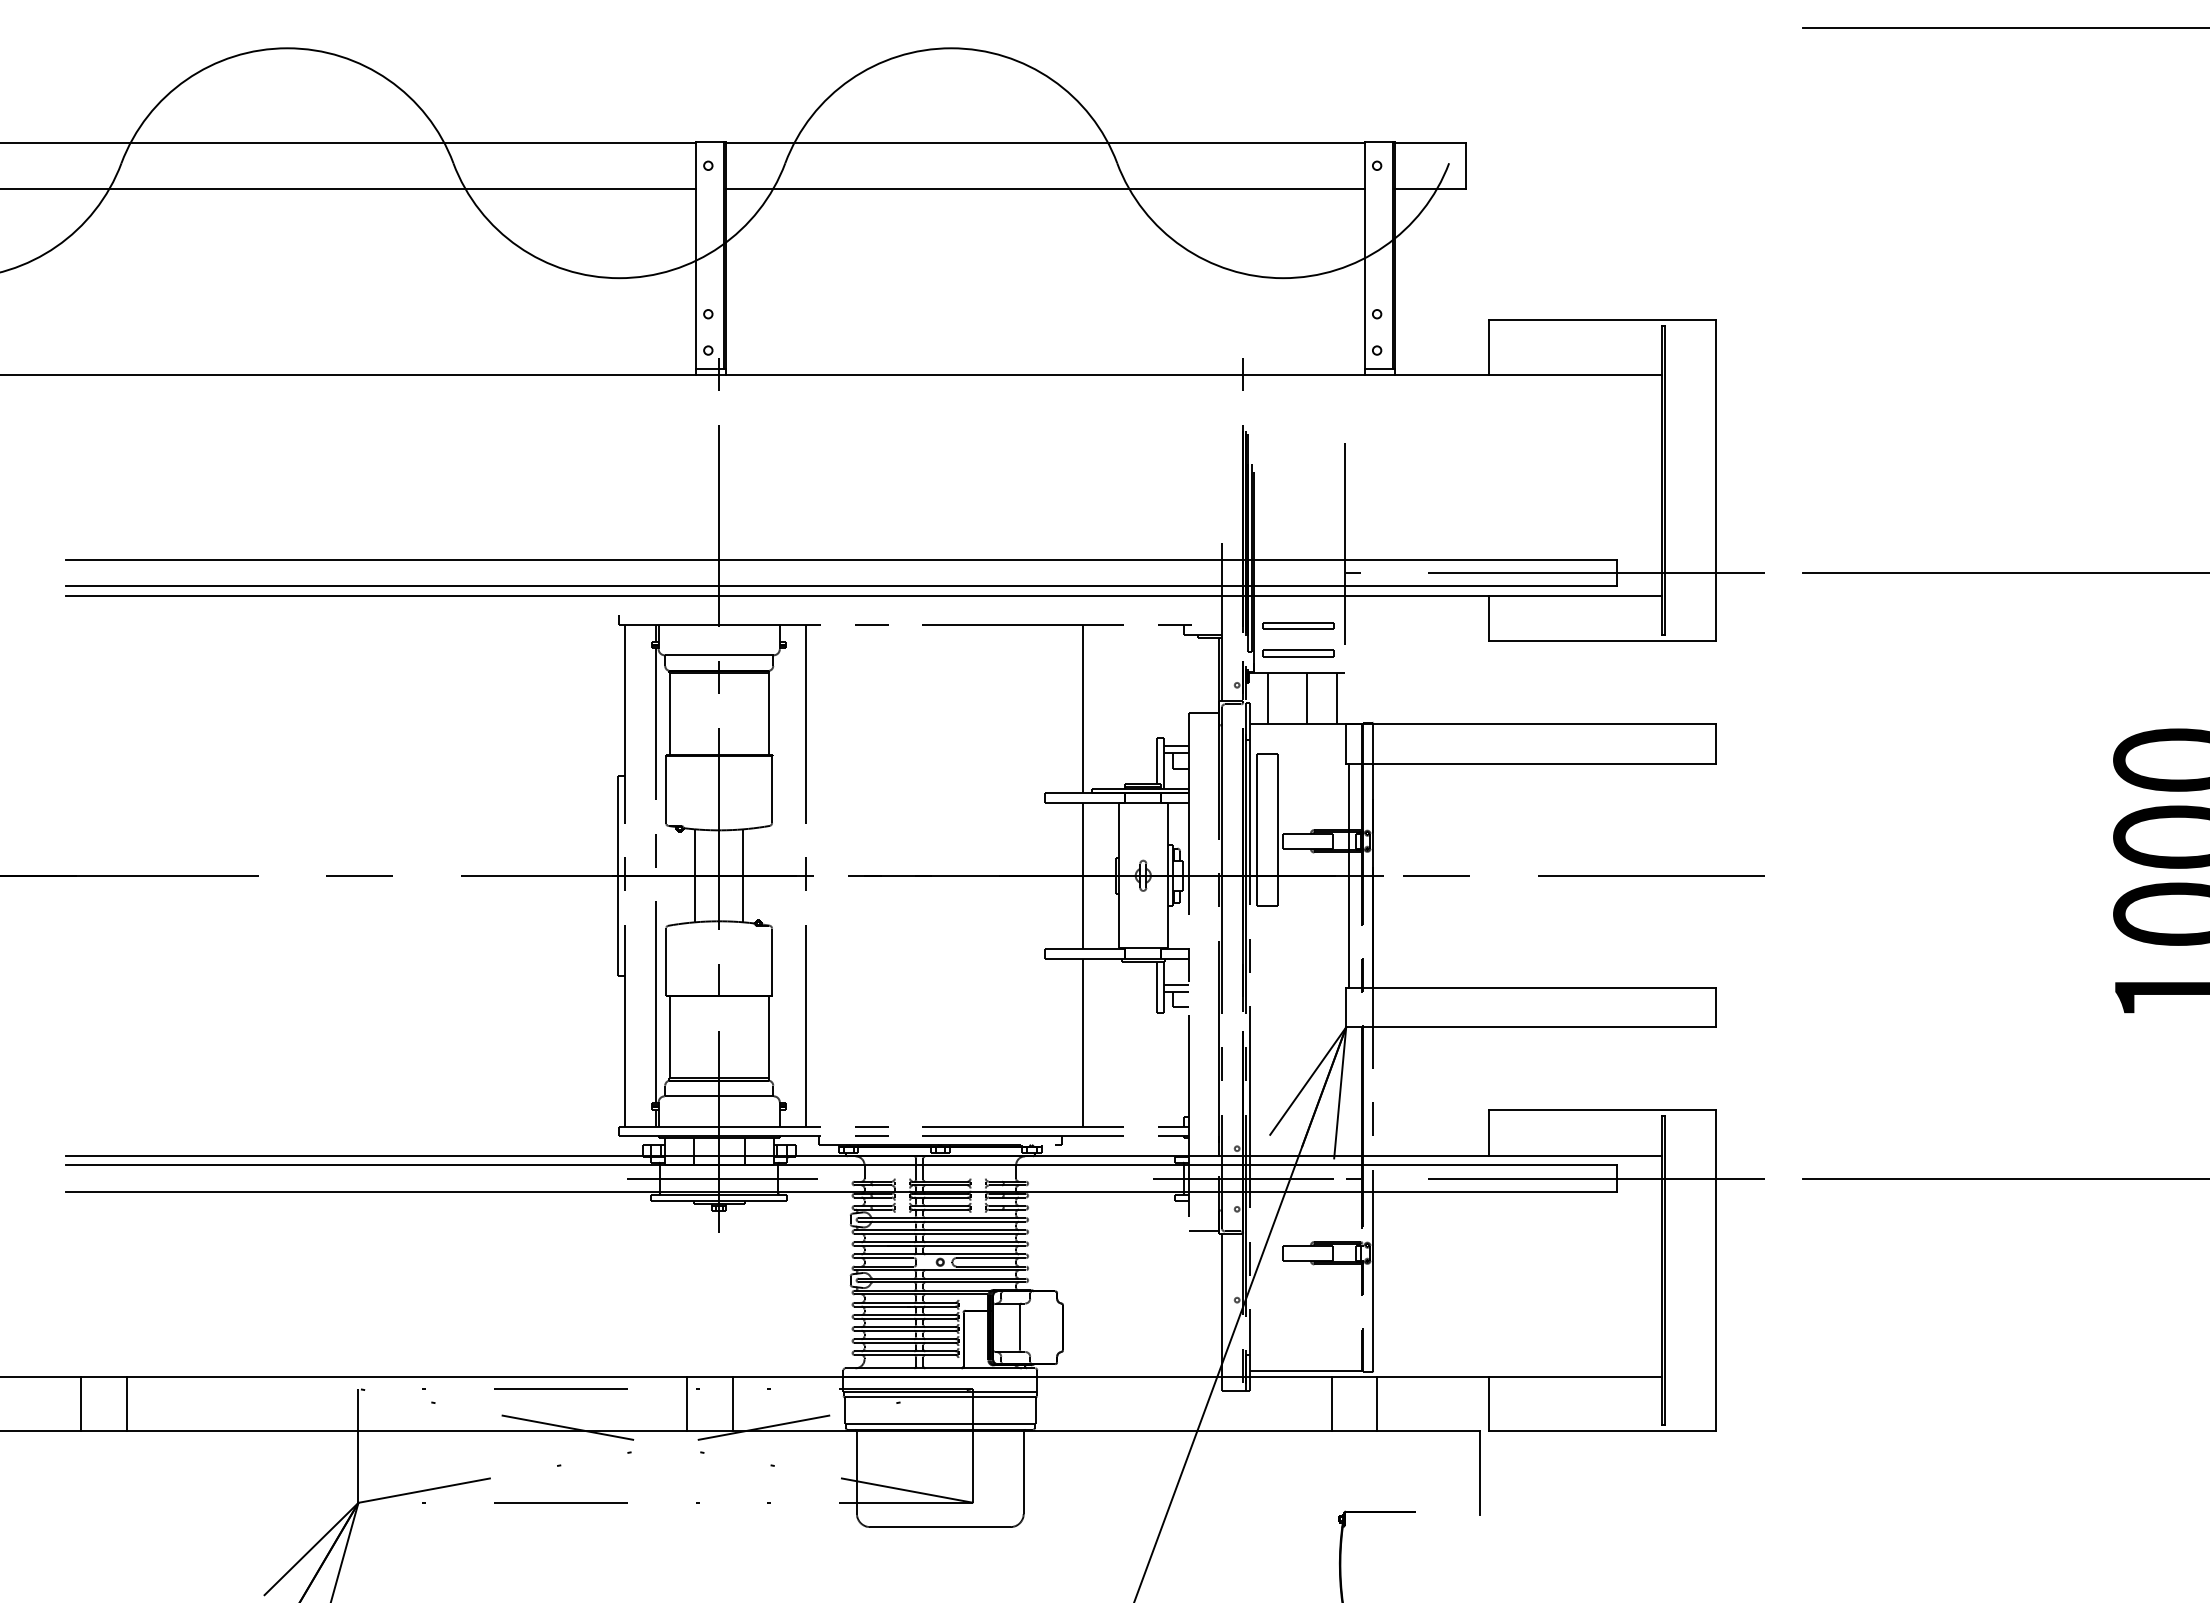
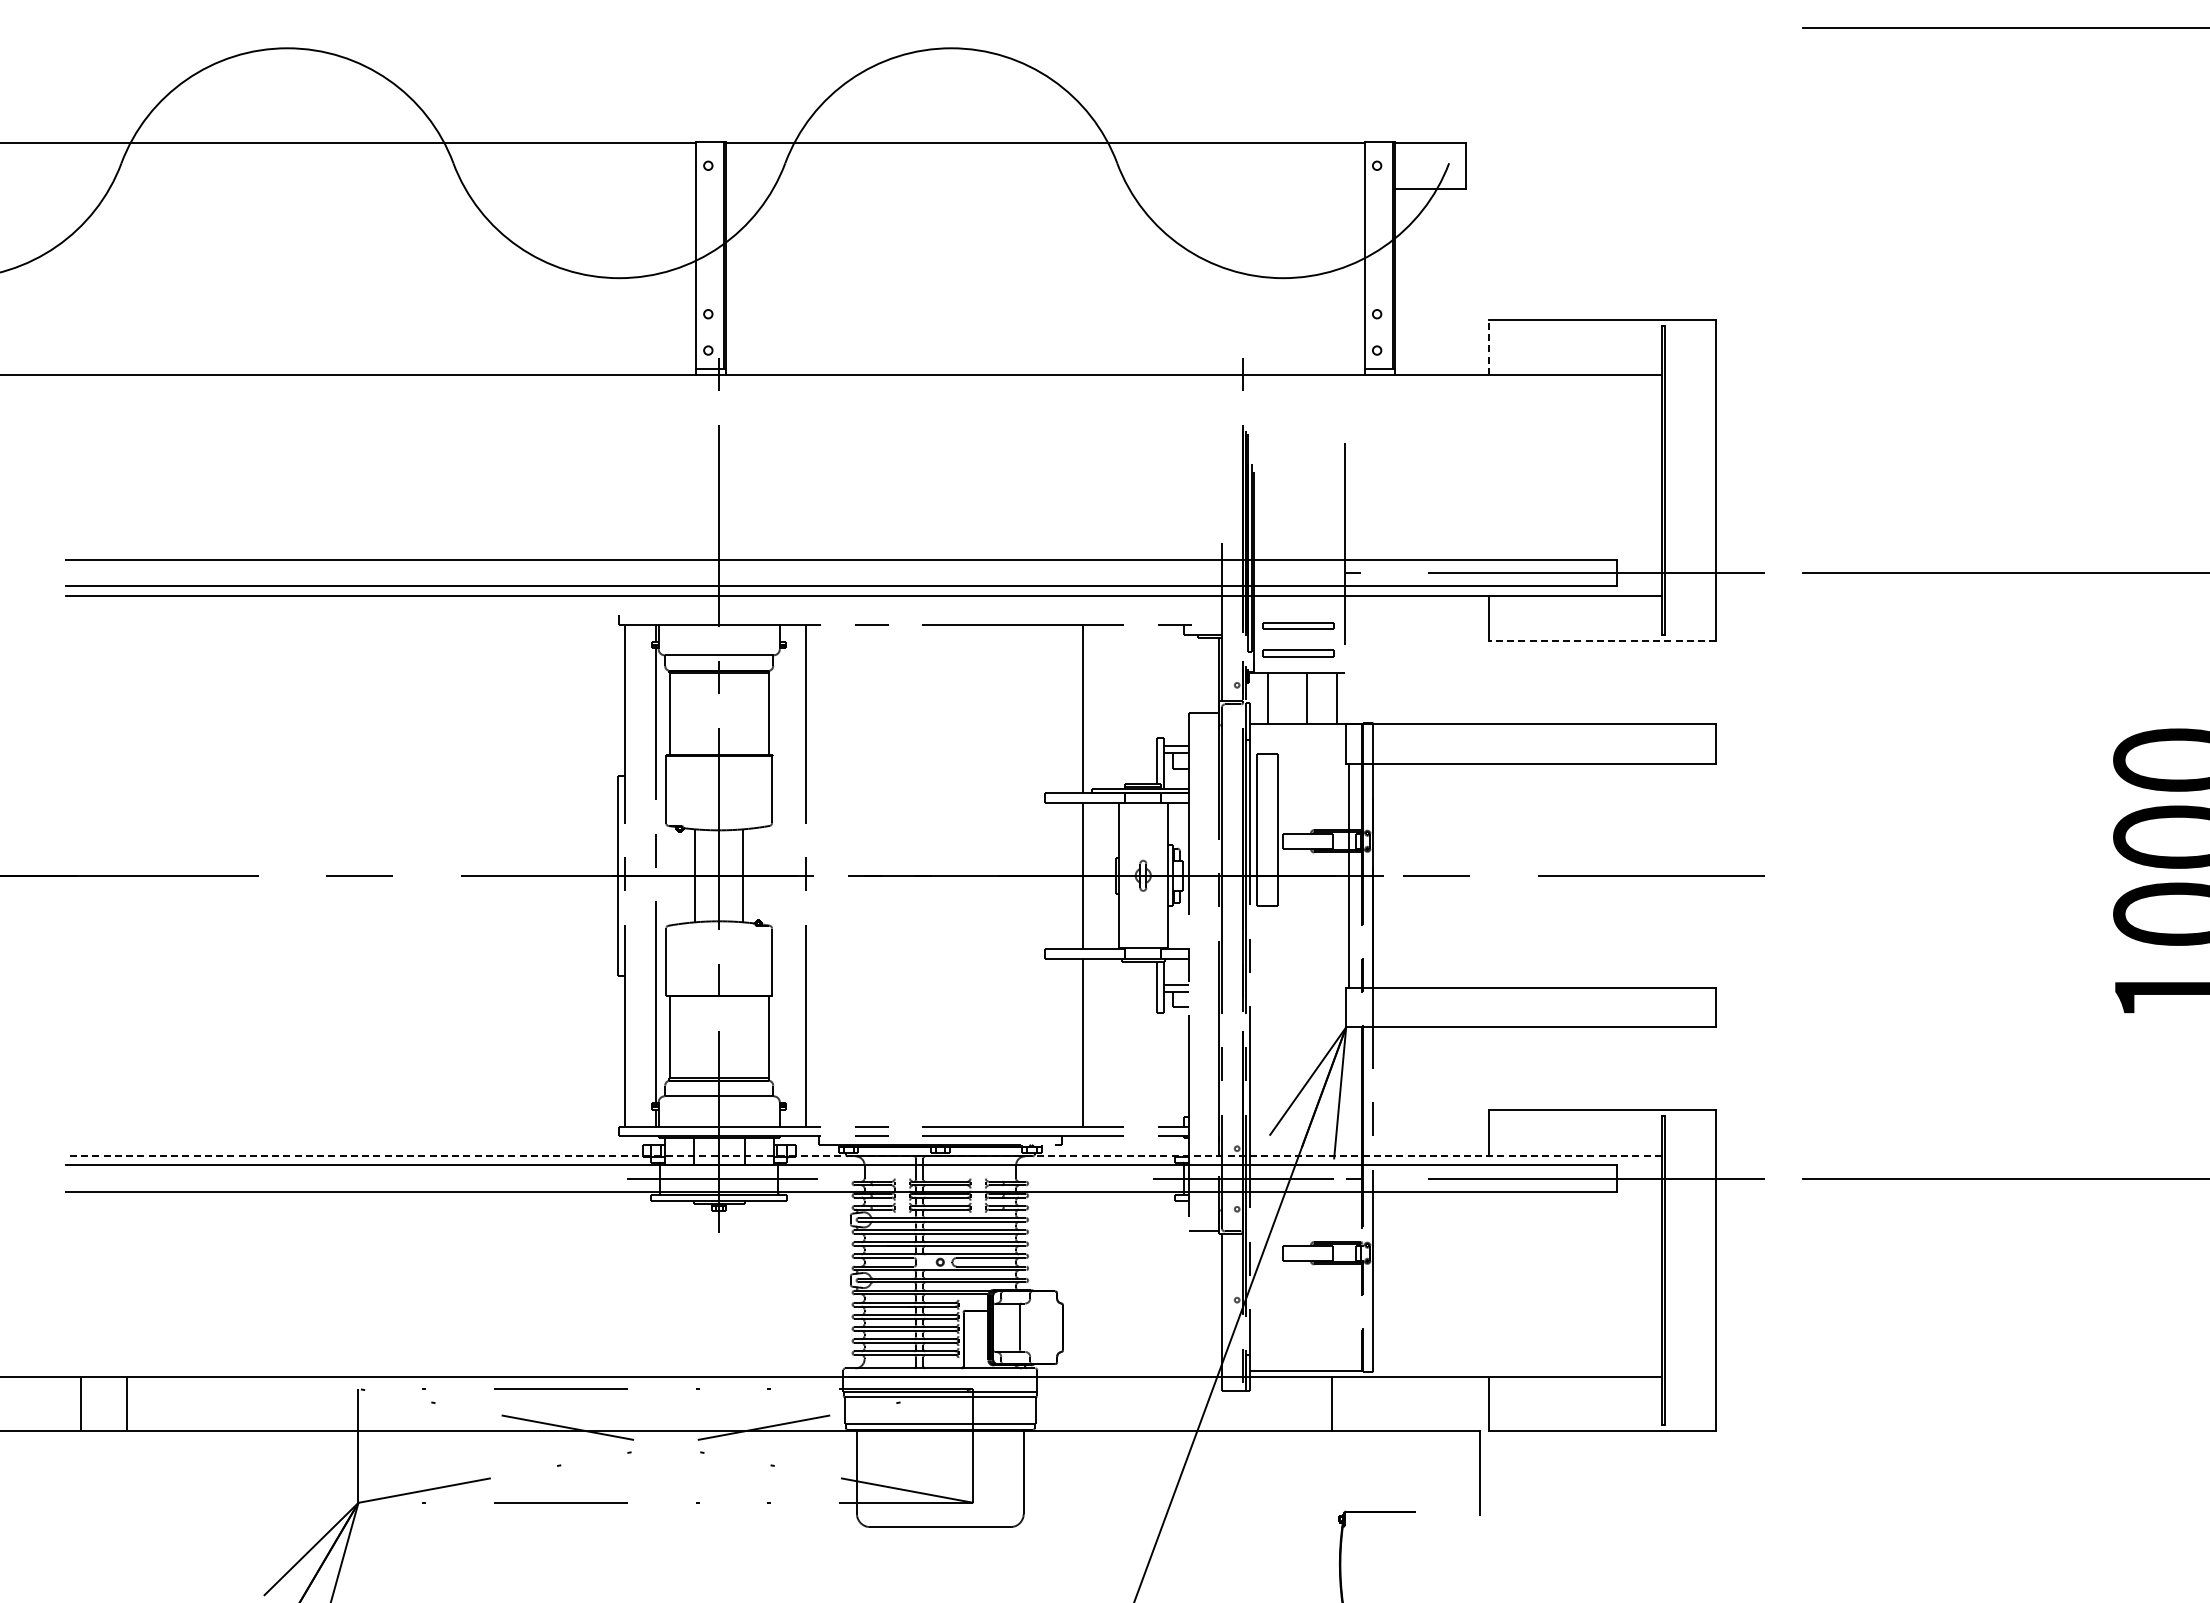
line at (349, 188): present -> none
line at (1045, 188): present -> none
line at (1489, 347): solid -> dashed
line at (1602, 641): solid -> dashed
line at (864, 1155): solid -> dashed
line at (687, 1403): present -> none
line at (732, 1403): present -> none
line at (1377, 1403): present -> none
